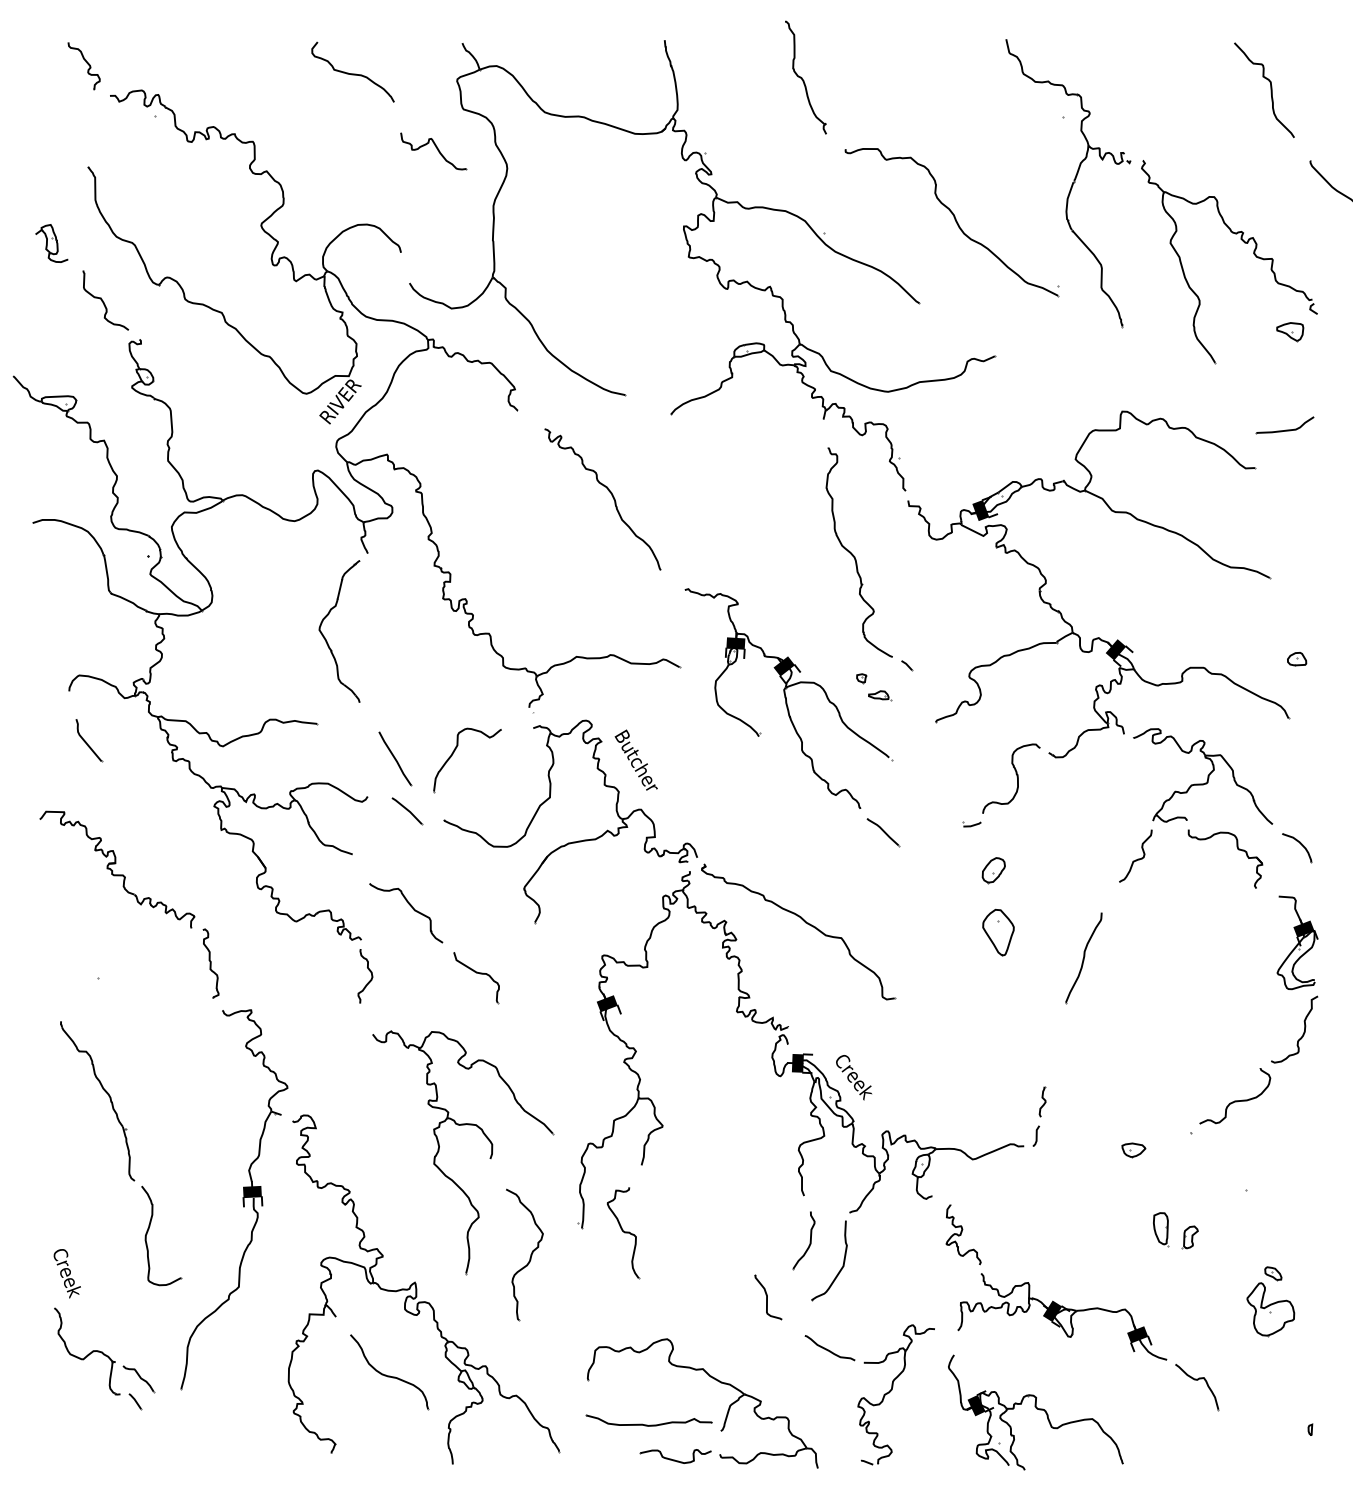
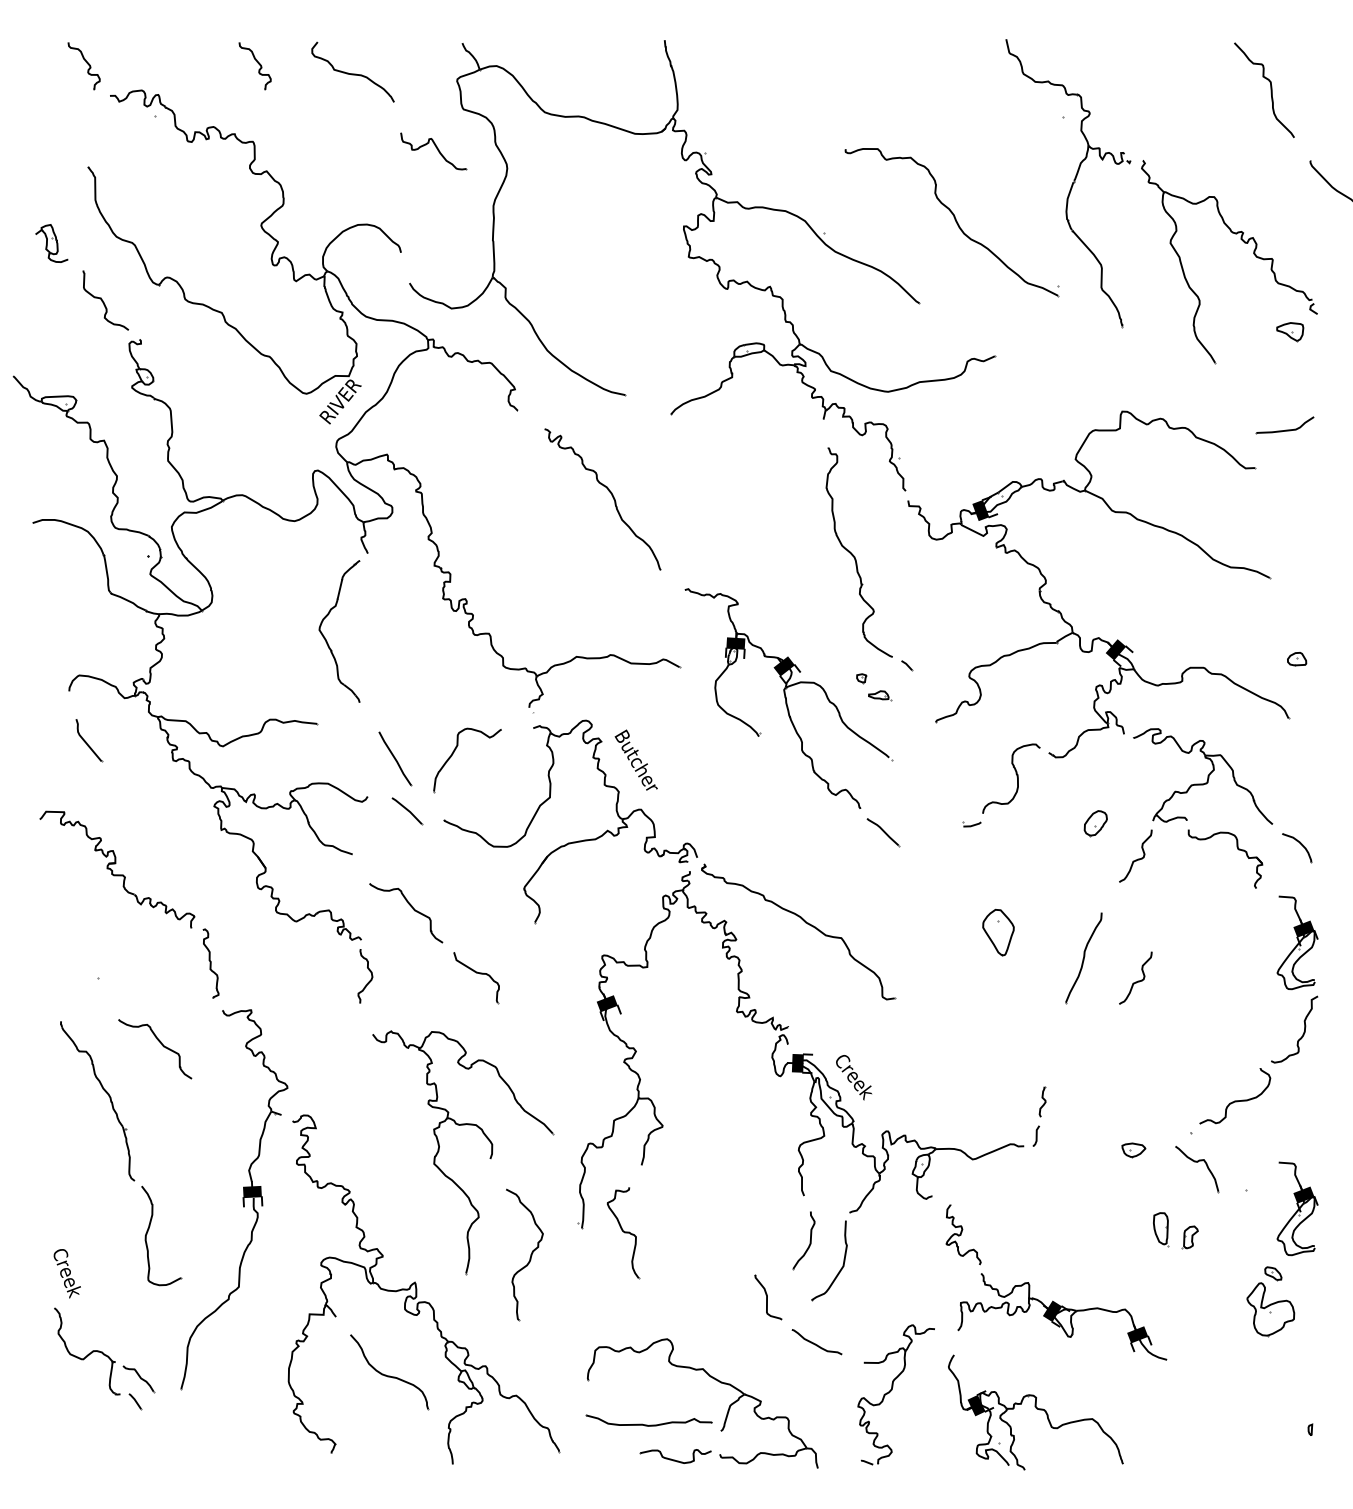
curve at (257, 63): none -> present
part at (805, 77): present -> none
part at (993, 870) position: (993, 870) -> (1095, 823)
curve at (1135, 981): none -> present
curve at (162, 1046): none -> present
part at (1297, 1208): none -> present
curve at (828, 1349) position: (828, 1349) -> (815, 1343)
part at (1197, 1380) position: (1197, 1380) -> (1197, 1162)
